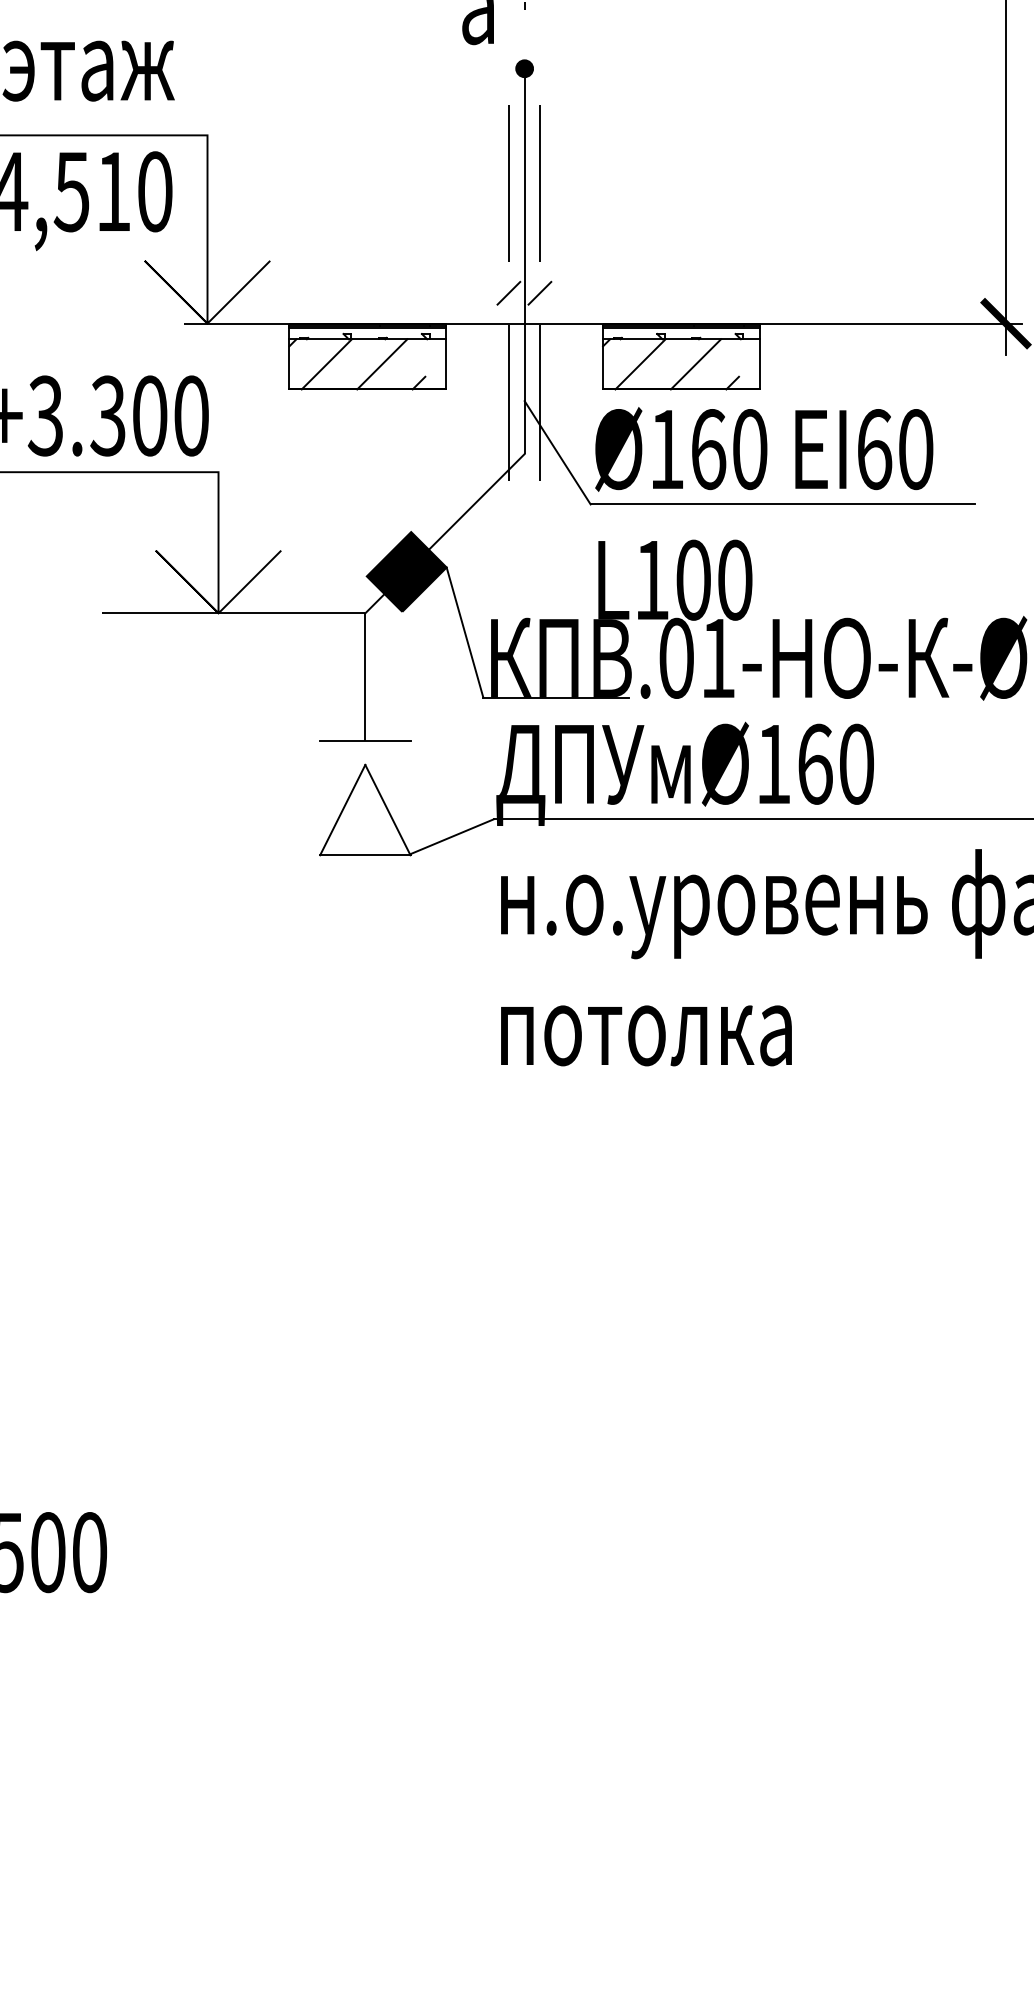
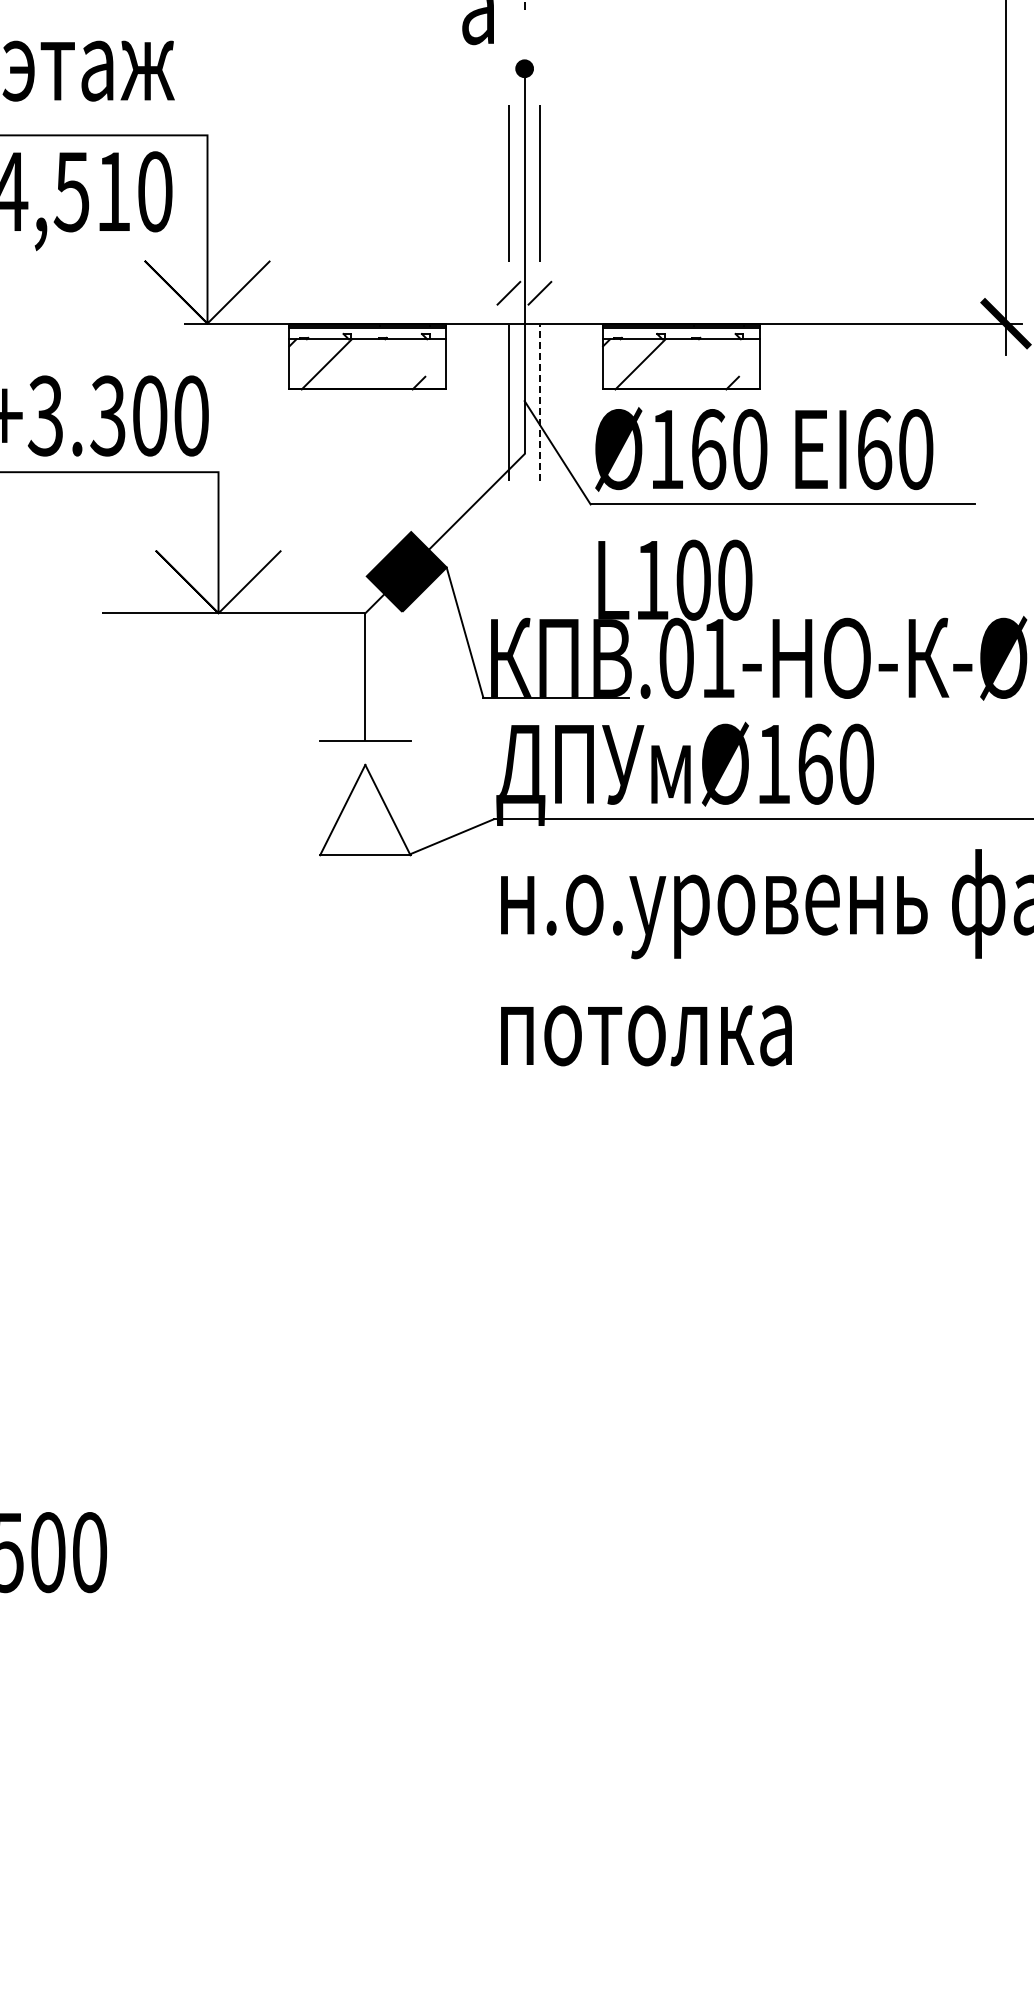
line at (382, 364): present -> none
line at (695, 364): present -> none
line at (540, 402): solid -> dashed
